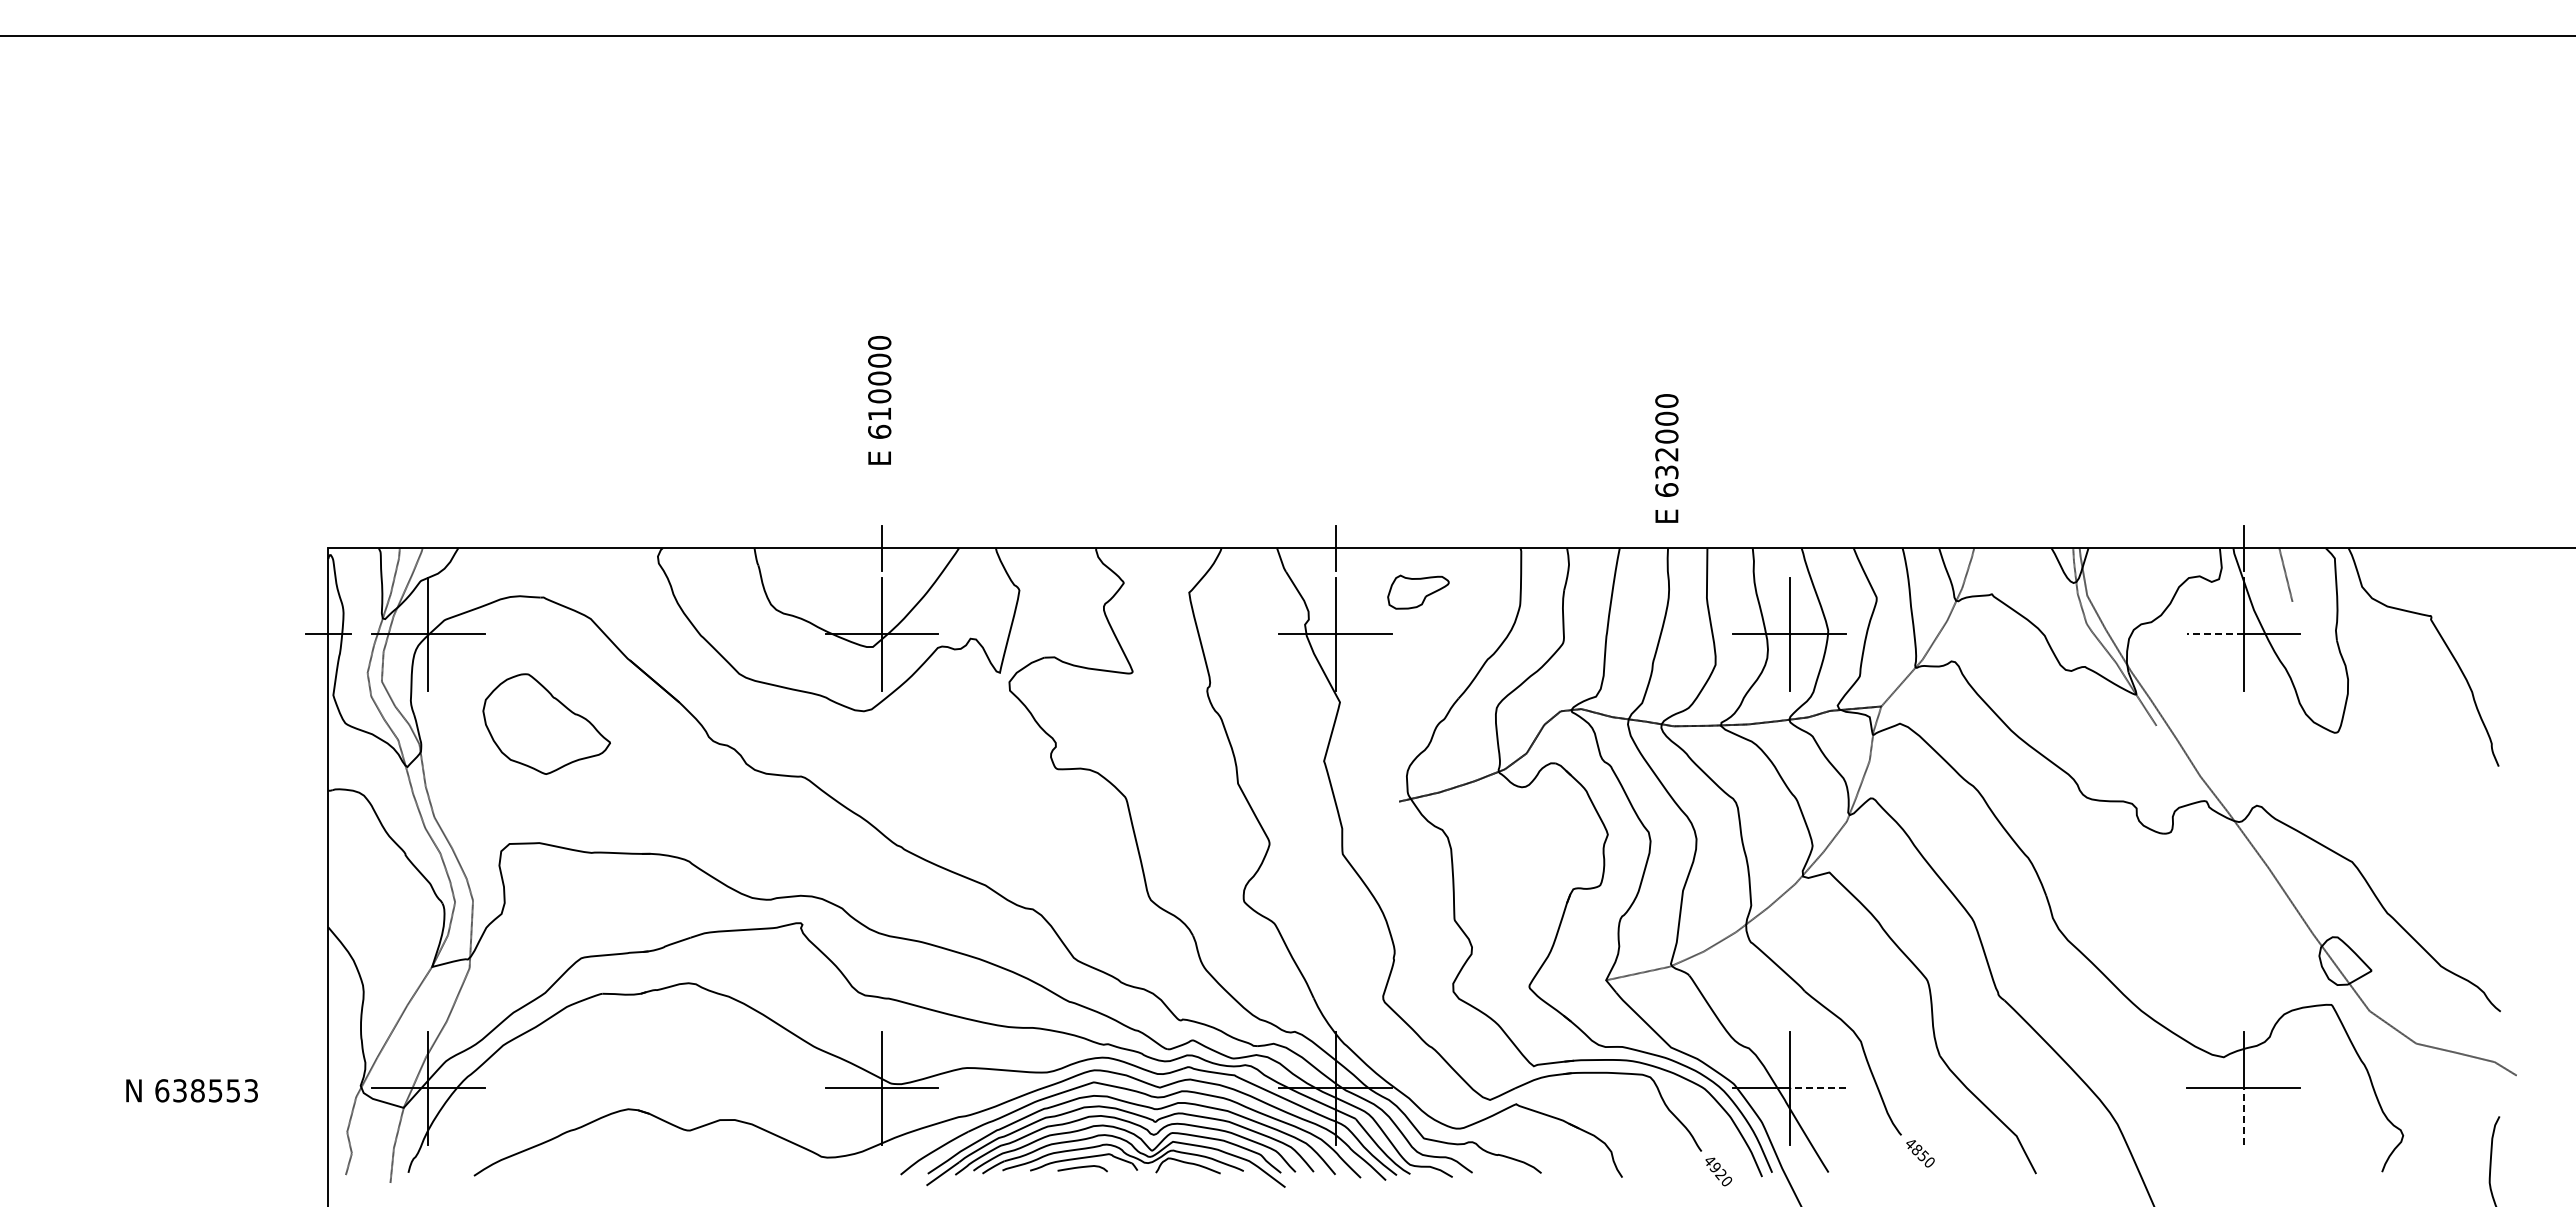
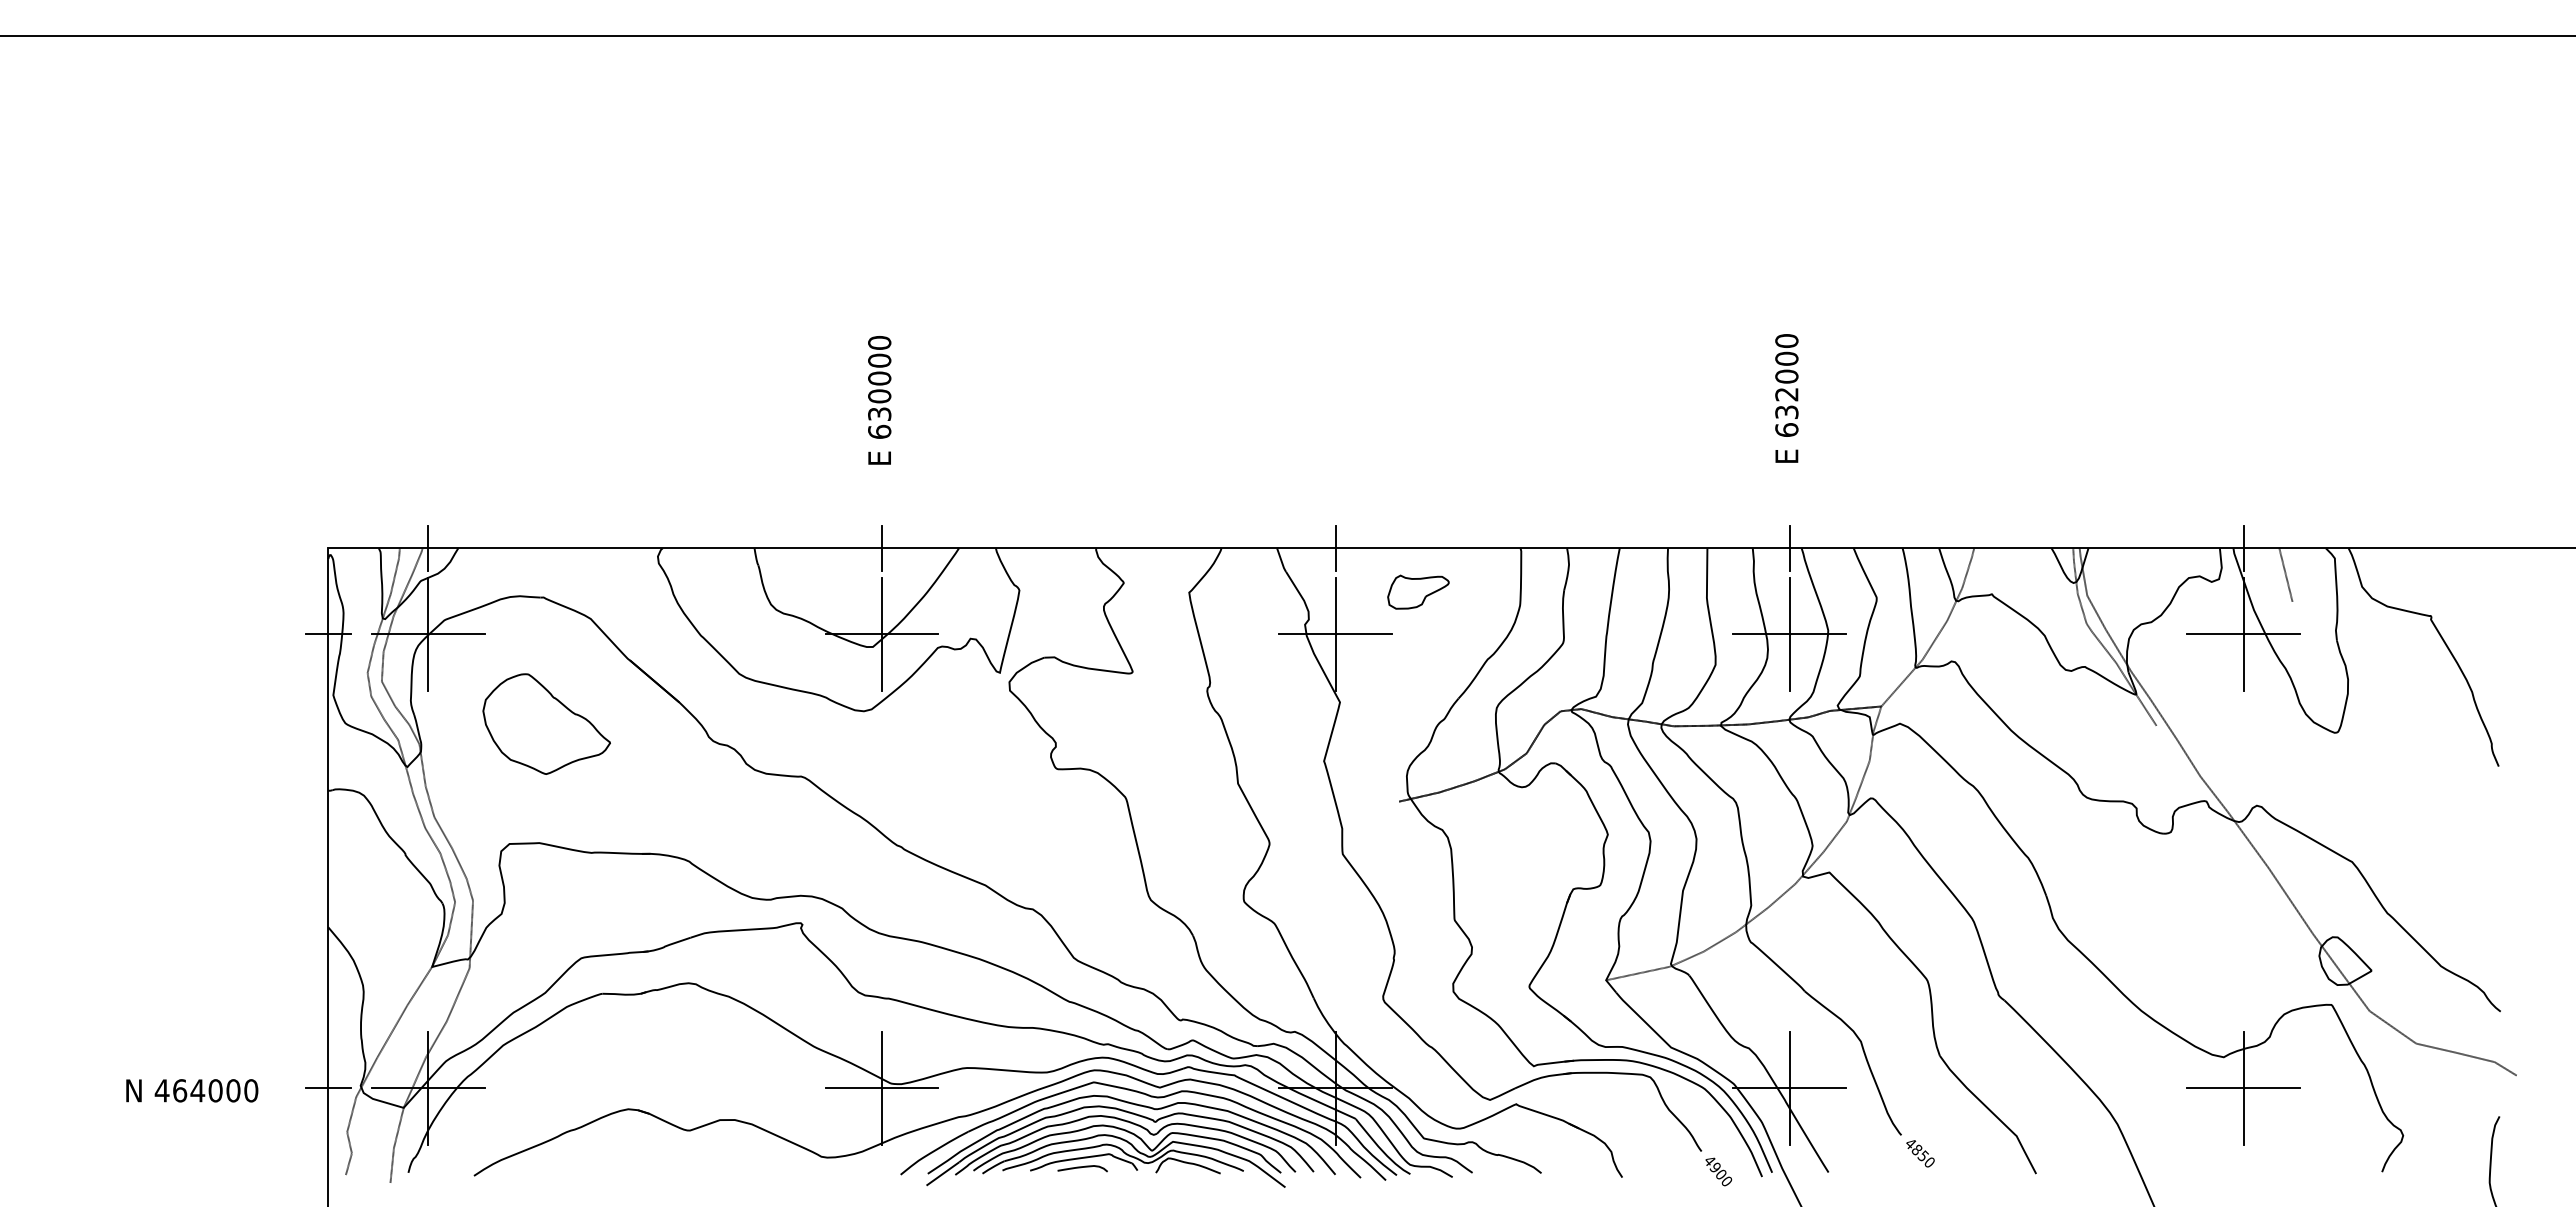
text at (879, 413): 610000 -> 630000
text at (1666, 458) position: (1666, 458) -> (1786, 398)
line at (428, 547): none -> present
line at (1789, 547): none -> present
line at (2214, 634): dashed -> solid
line at (328, 1088): none -> present
line at (1817, 1088): dashed -> solid
text at (206, 1090): 638553 -> 464000
line at (2243, 1115): dashed -> solid
text at (1720, 1174): 4920 -> 4900
